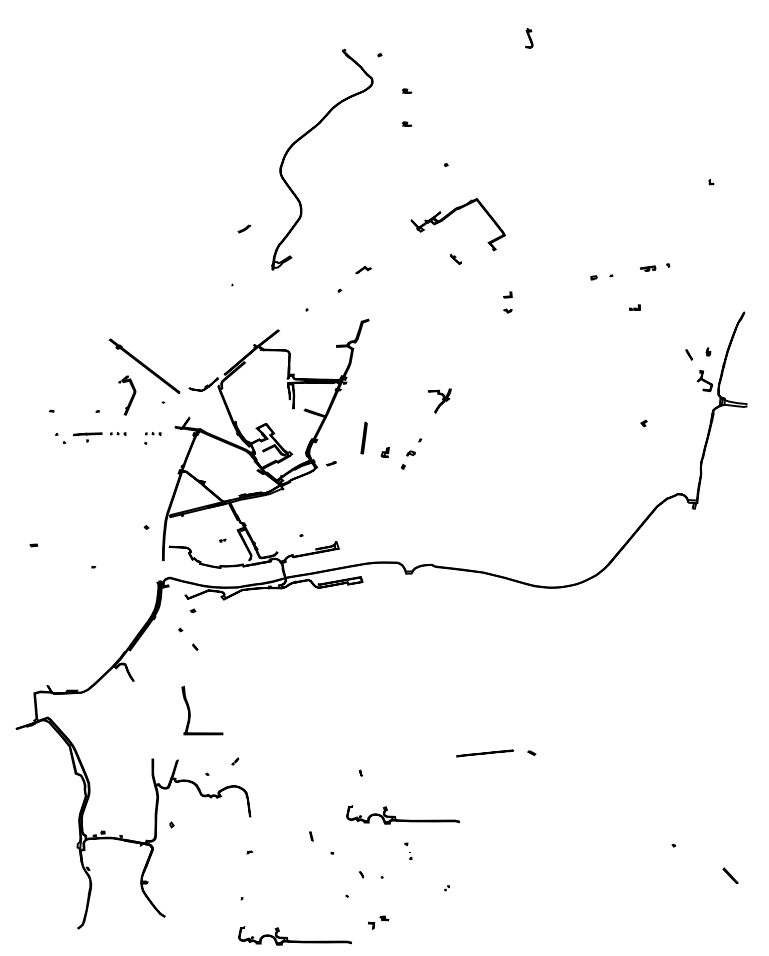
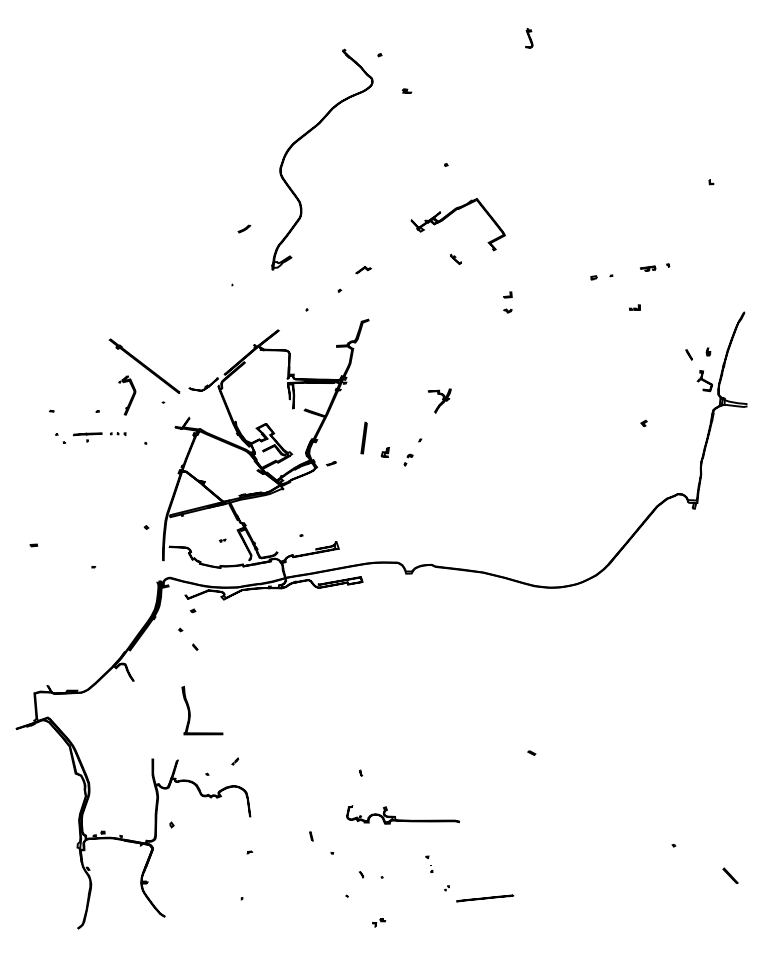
part at (407, 123): present -> none
part at (153, 433): present -> none
part at (408, 459) size: 15x20 px -> 11x14 px
line at (485, 753) position: (485, 753) -> (485, 898)
part at (408, 850) position: (408, 850) -> (429, 863)
part at (378, 922) size: 22x15 px -> 15x10 px
part at (294, 935): present -> none
